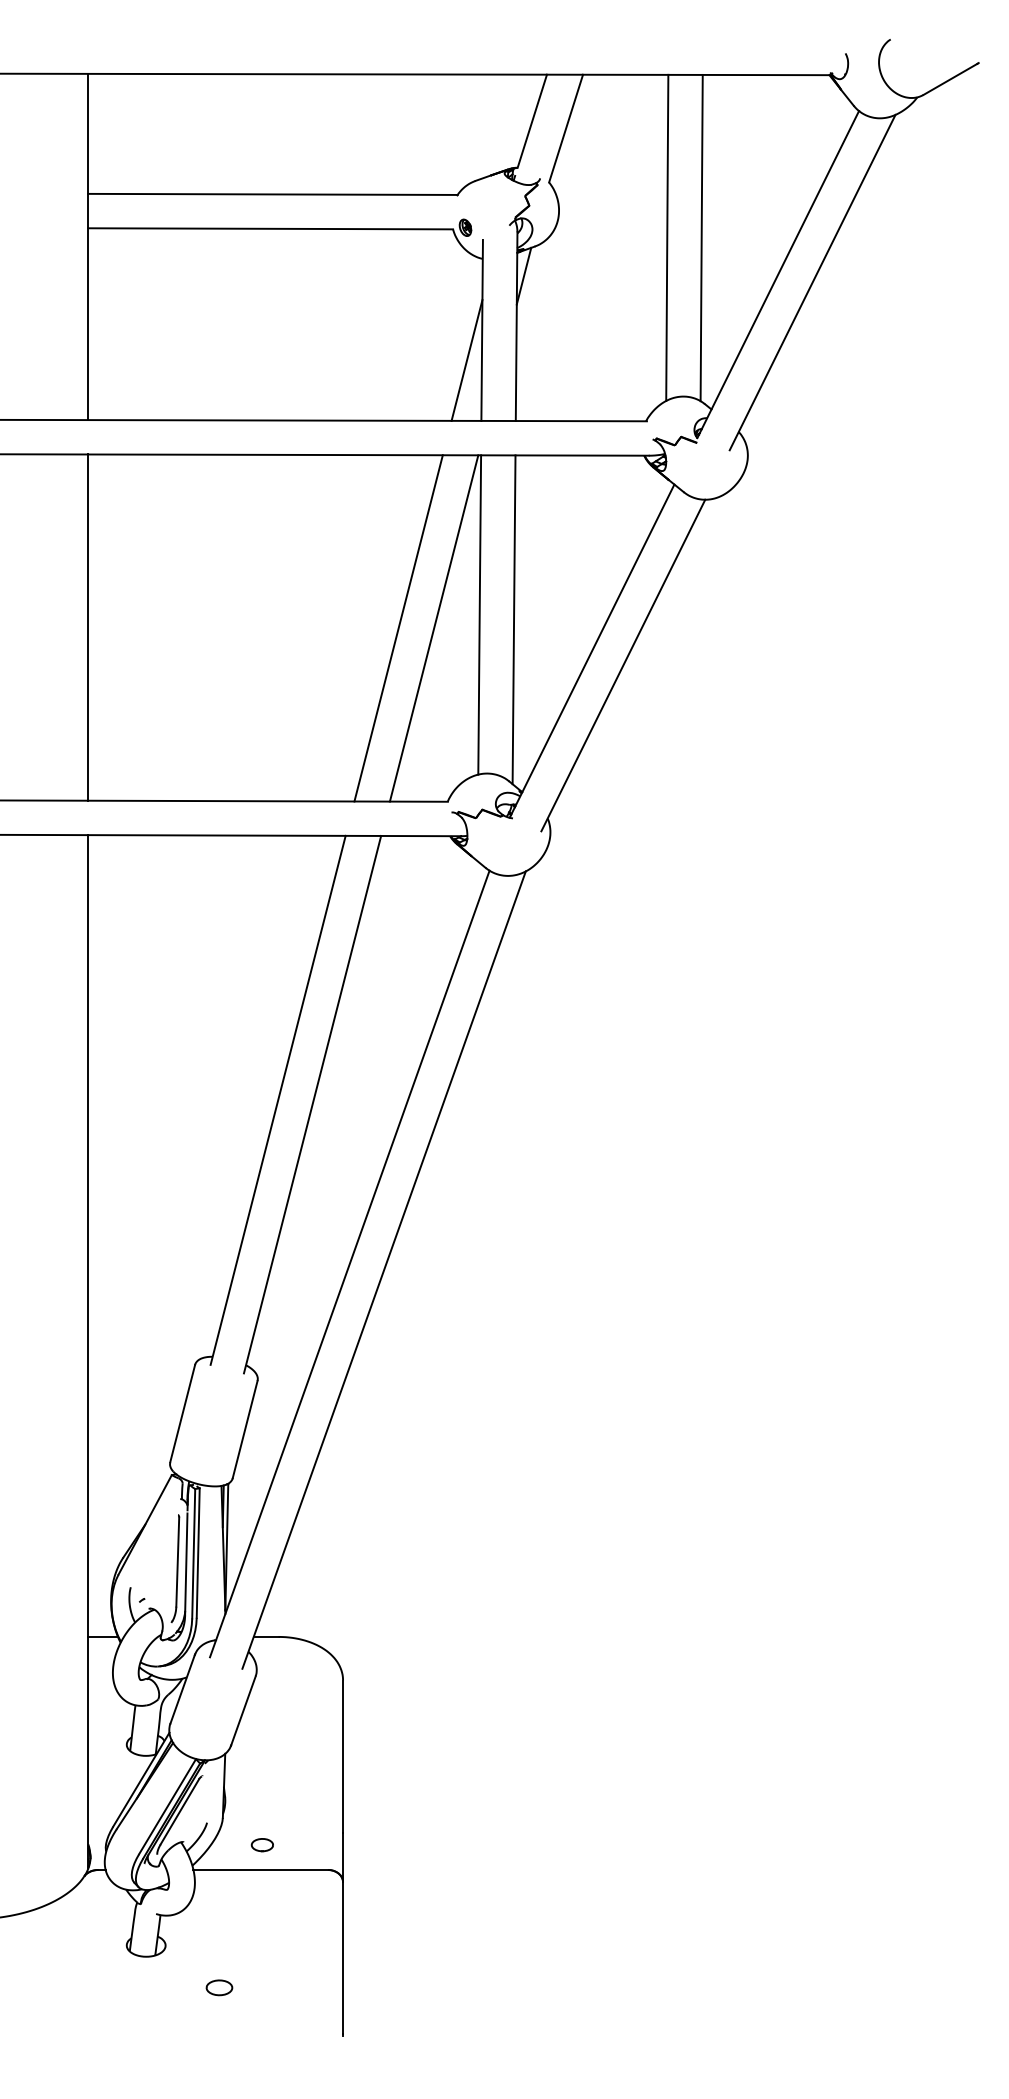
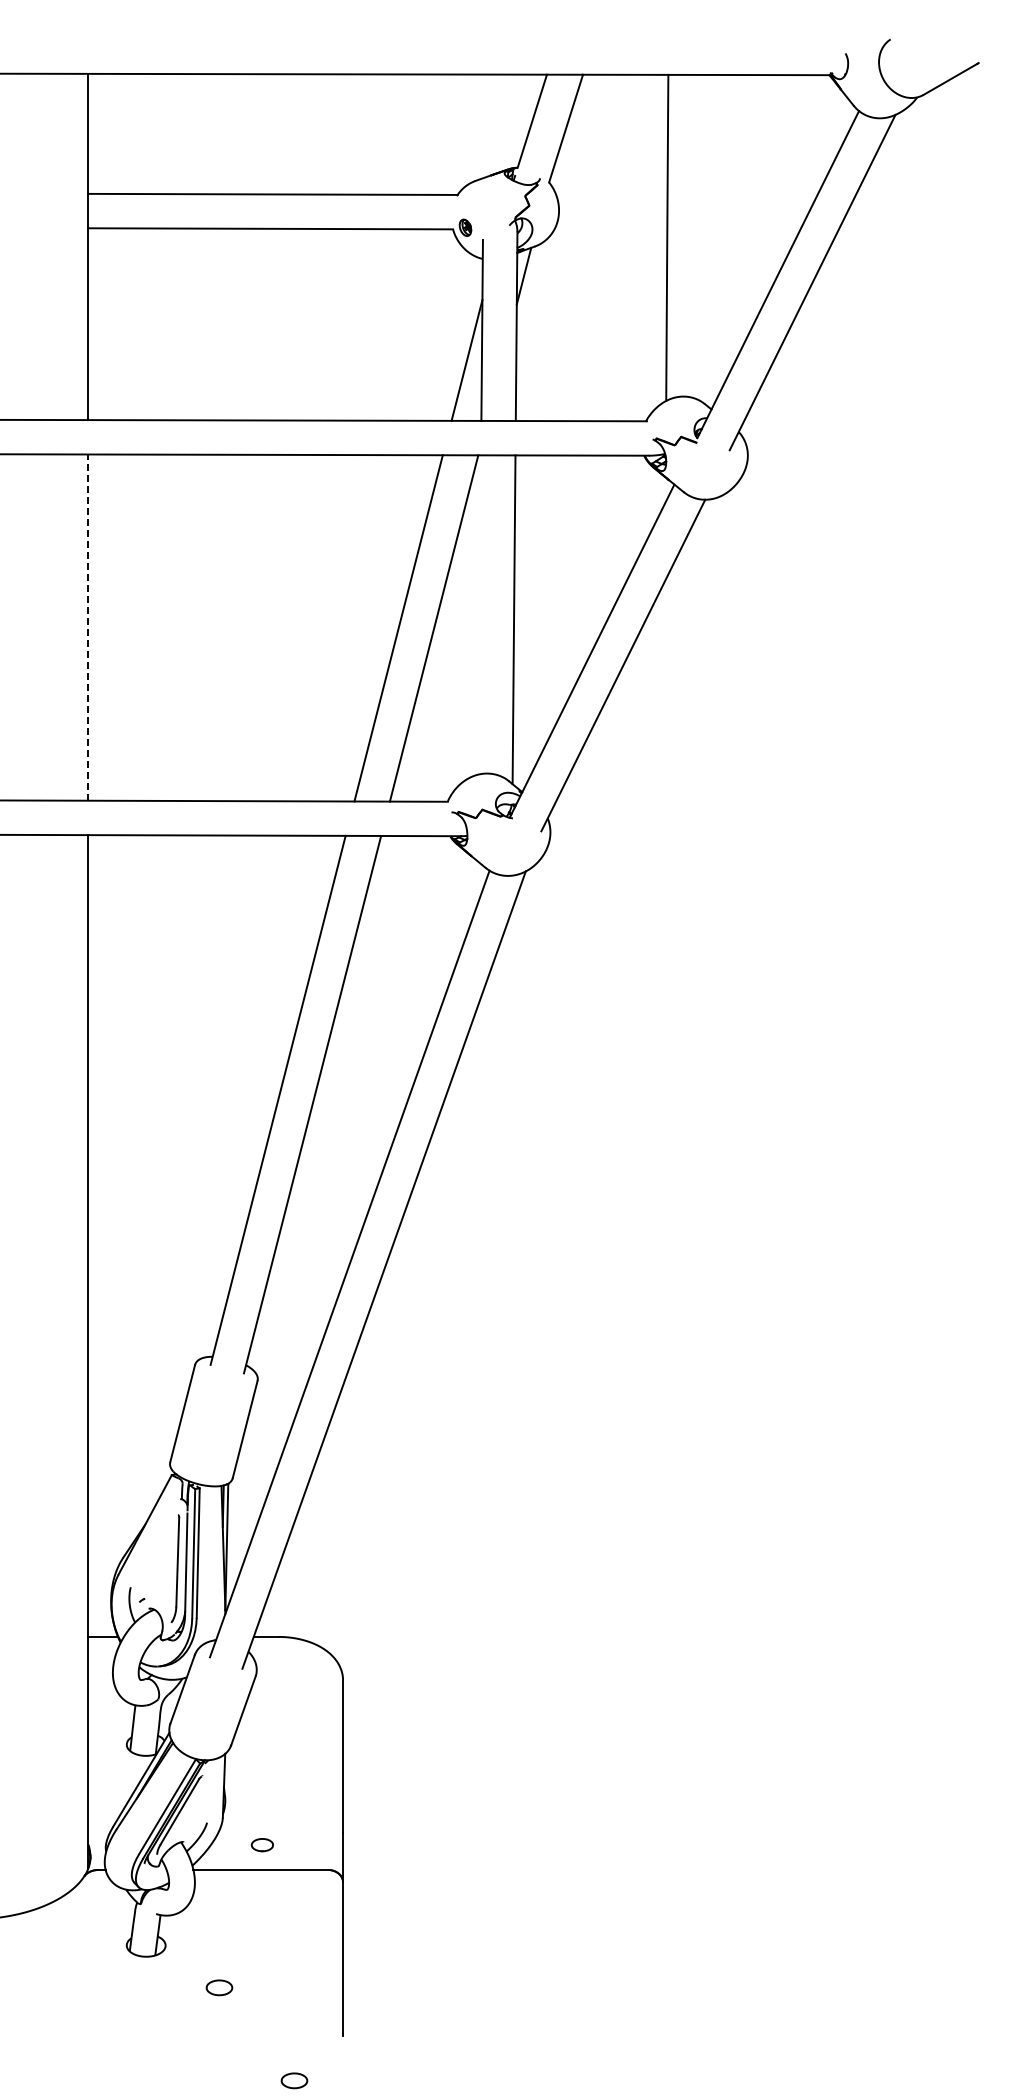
line at (701, 237): present -> none
line at (479, 614): present -> none
line at (88, 627): solid -> dashed
part at (294, 2080): none -> present
